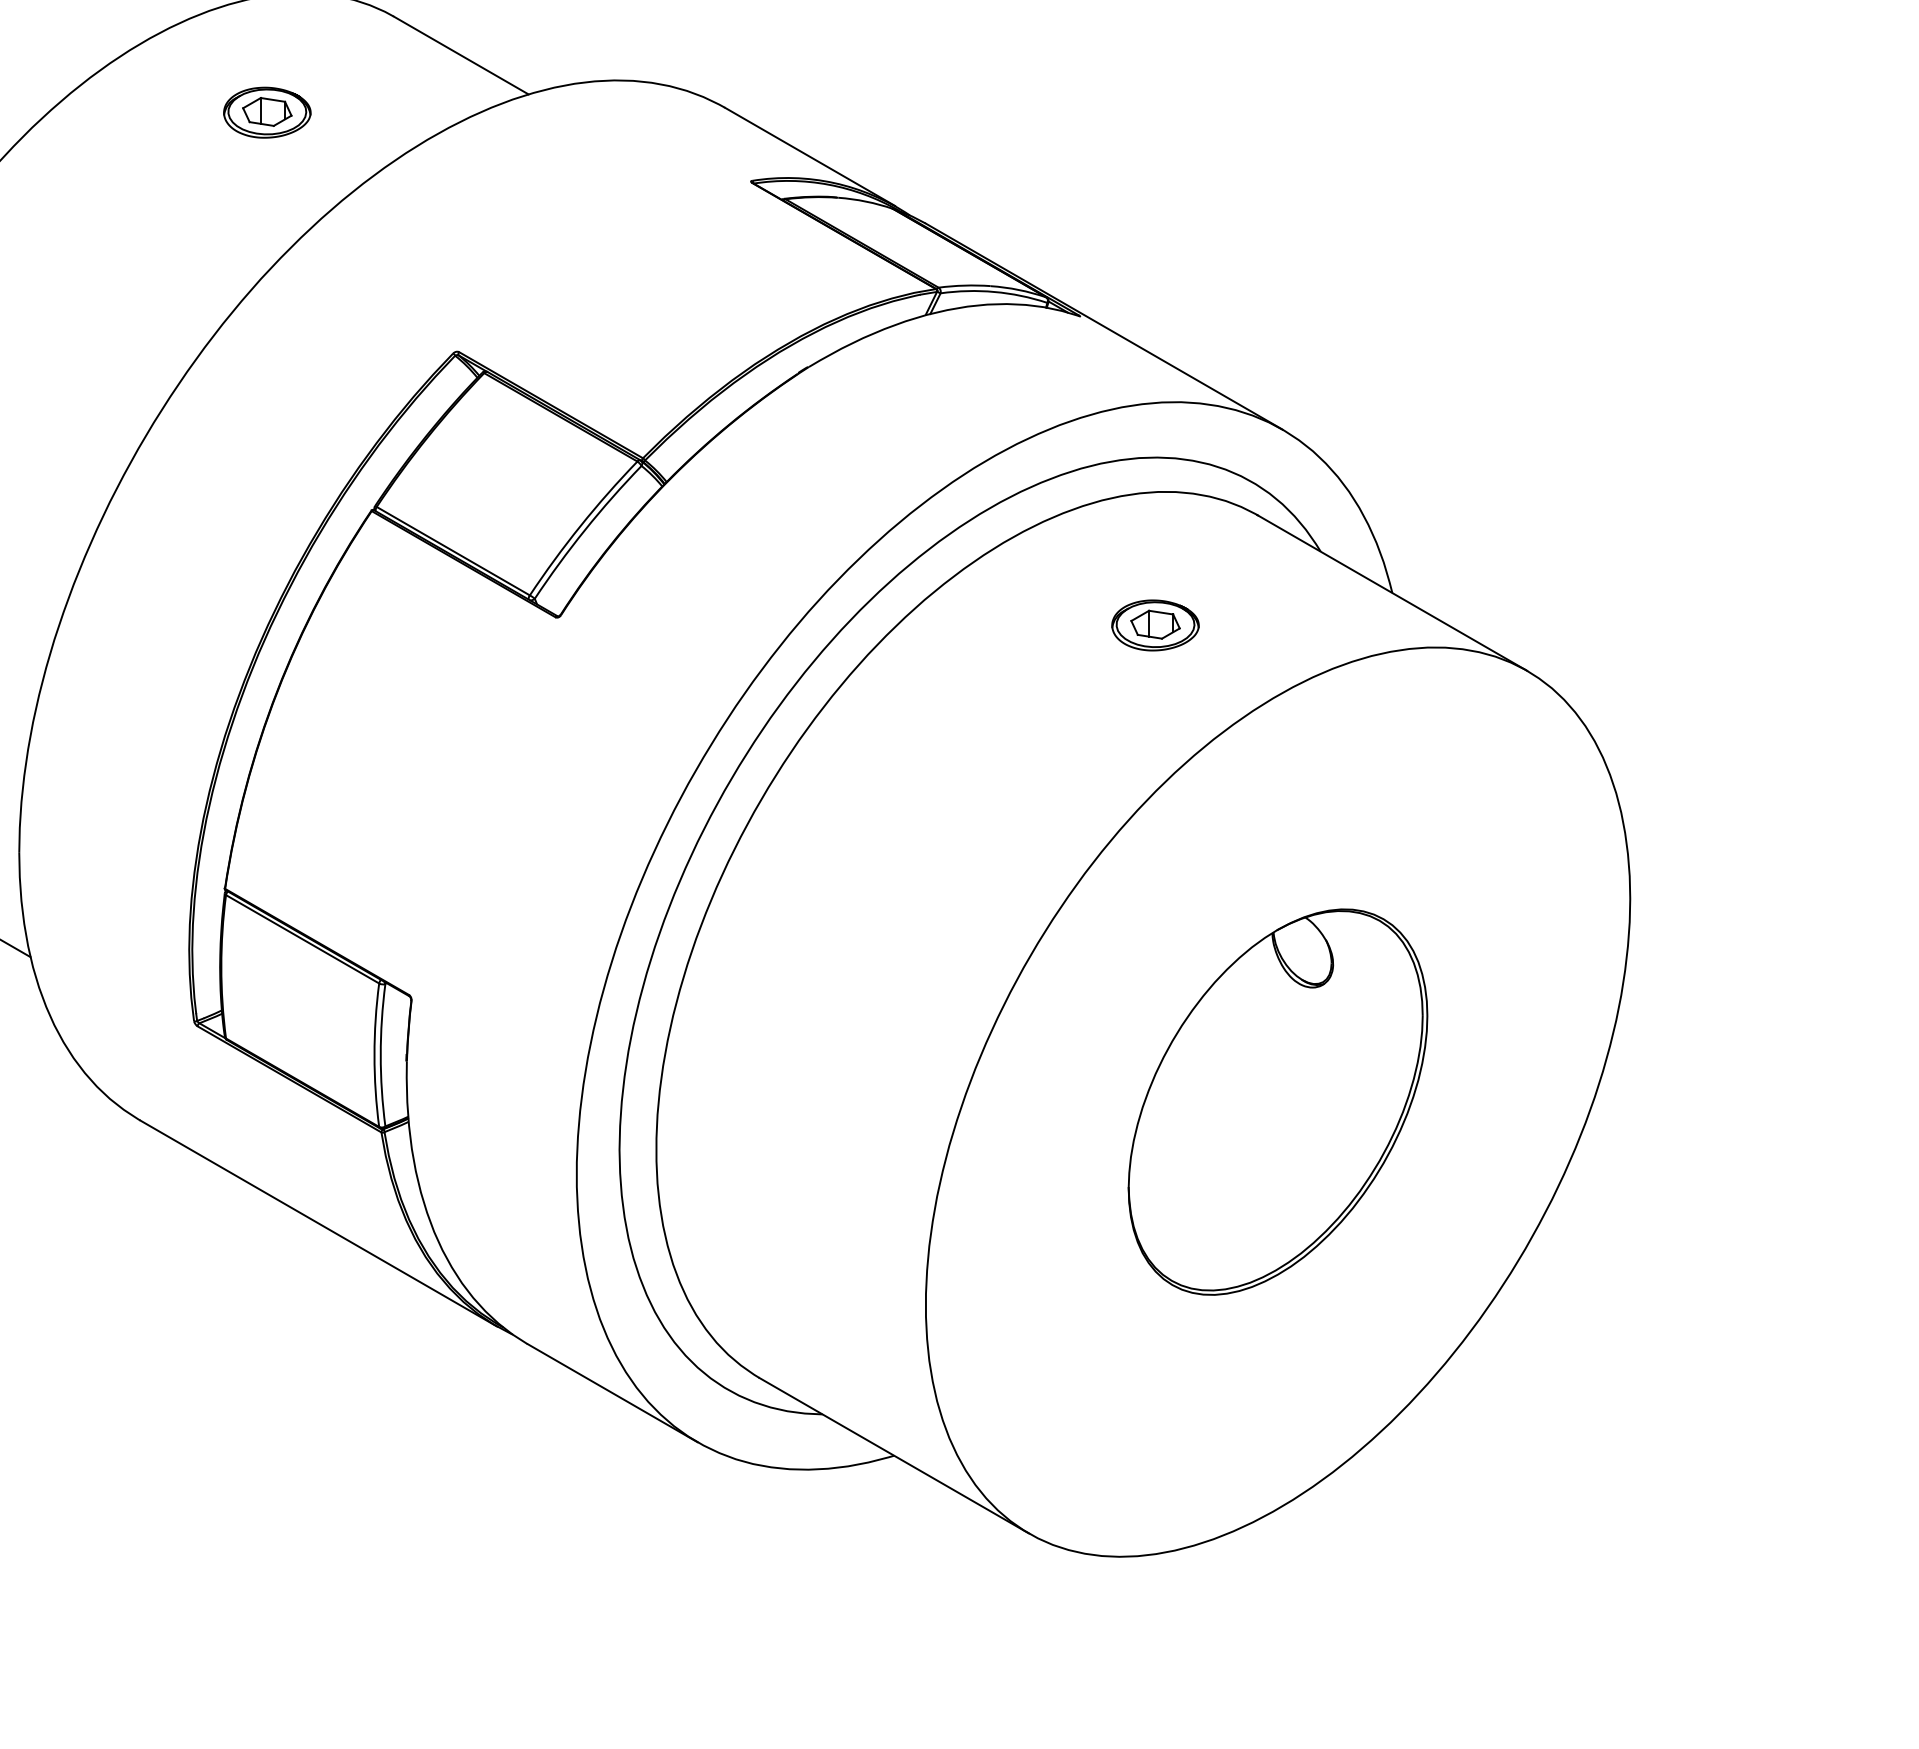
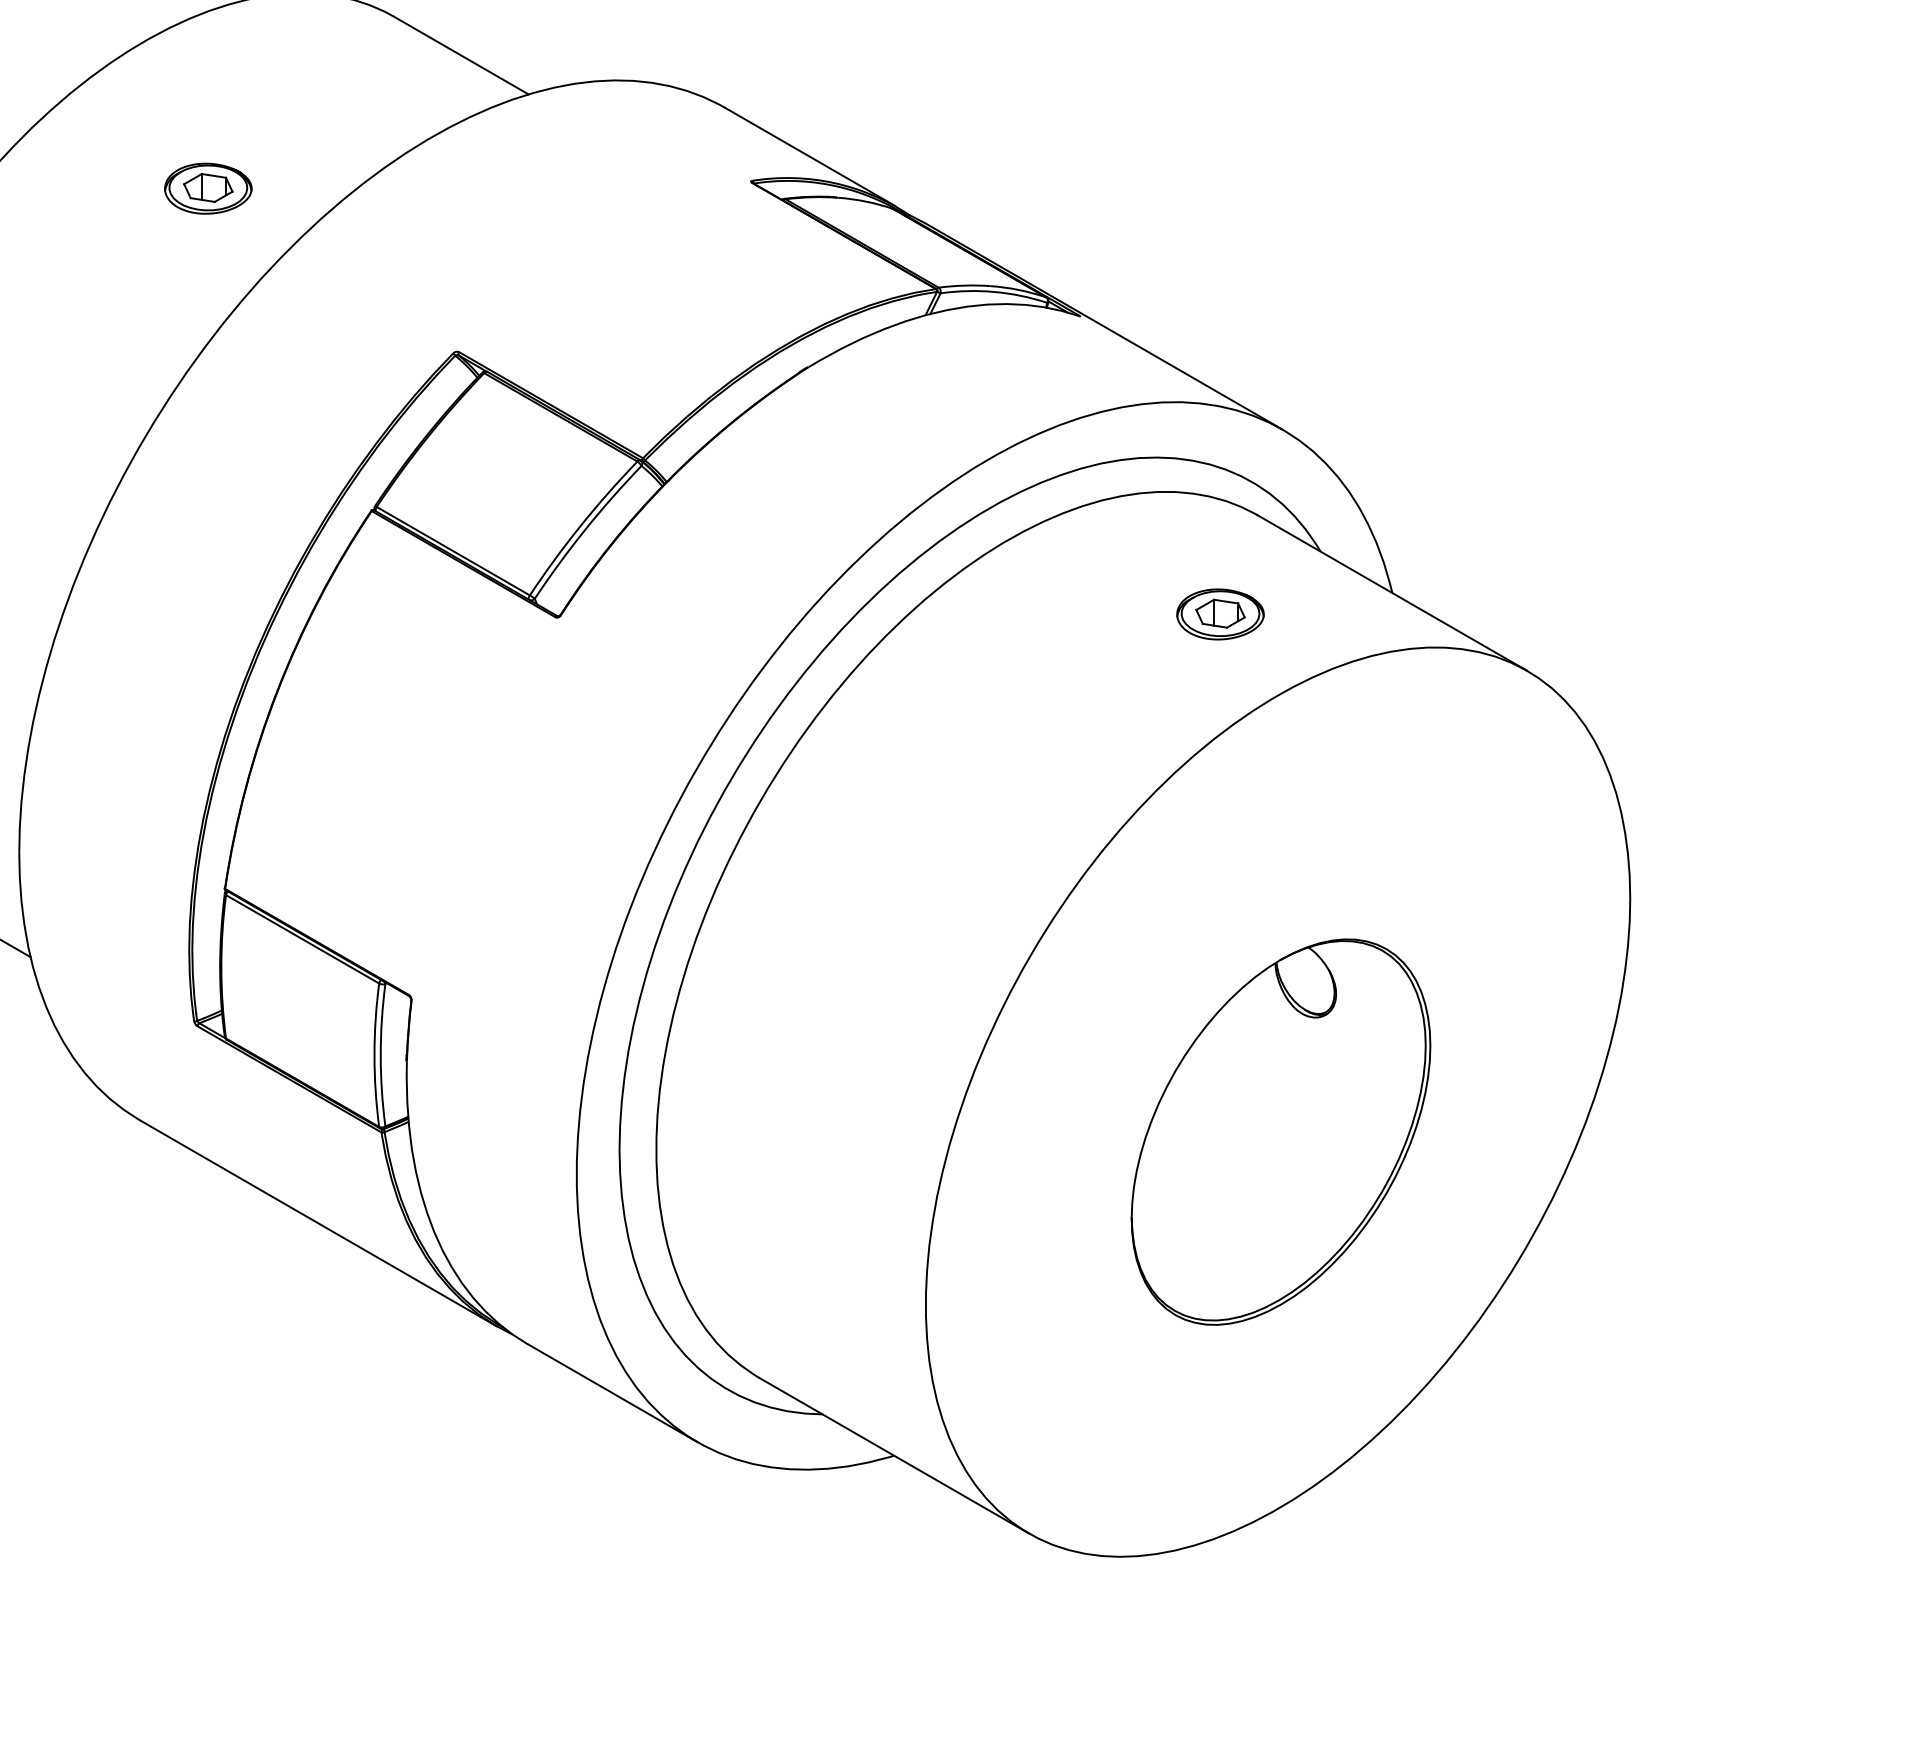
part at (267, 112) position: (267, 112) -> (208, 188)
part at (1155, 625) position: (1155, 625) -> (1220, 614)
part at (1277, 1101) position: (1277, 1101) -> (1280, 1131)
